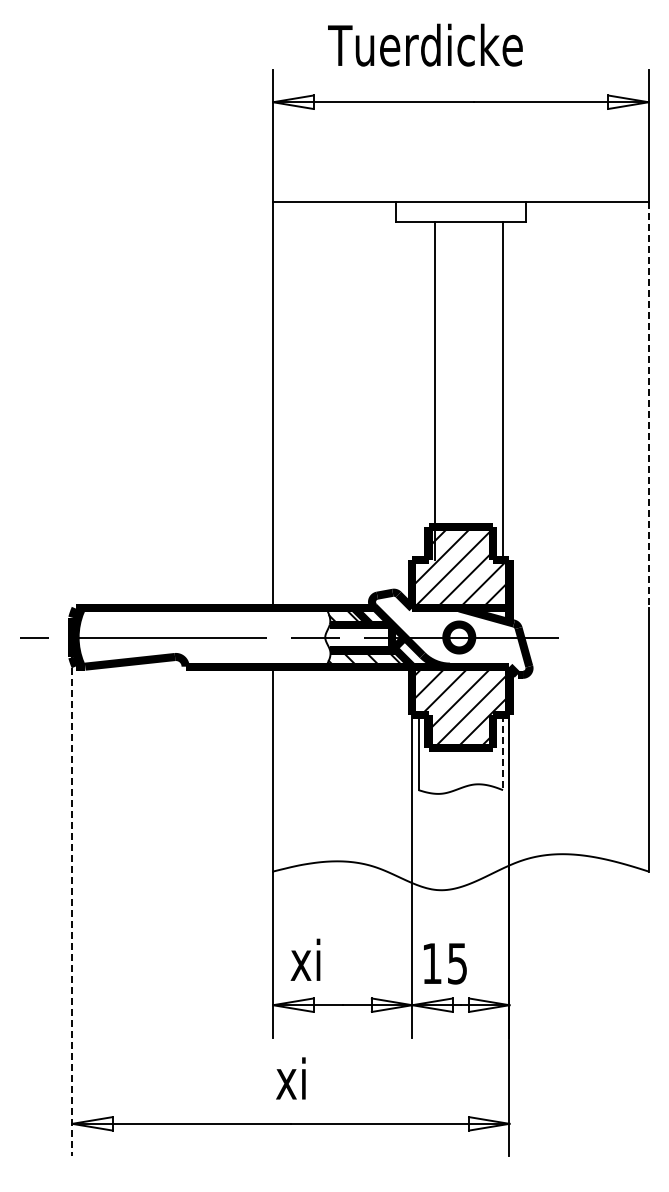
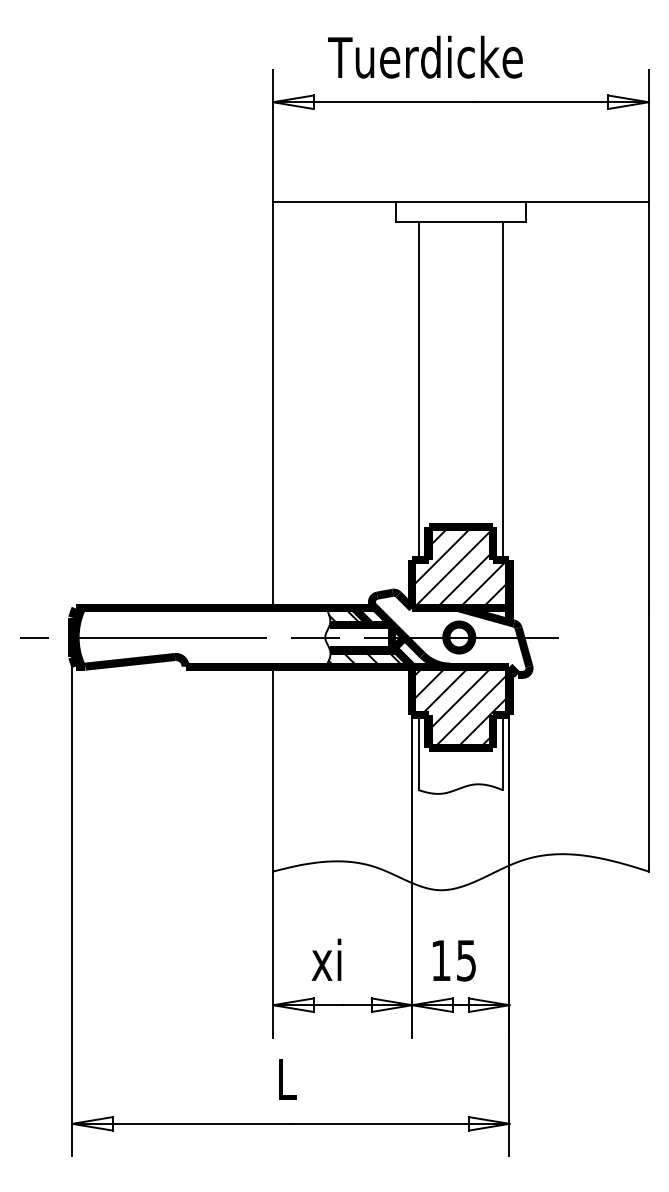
text at (425, 44) position: (425, 44) -> (425, 56)
line at (434, 390) position: (434, 390) -> (418, 390)
line at (648, 405): dashed -> solid
line at (503, 753): dashed -> solid
line at (72, 907): dashed -> solid
text at (305, 959) position: (305, 959) -> (326, 959)
text at (445, 963) position: (445, 963) -> (454, 960)
text at (290, 1078): xi -> L
